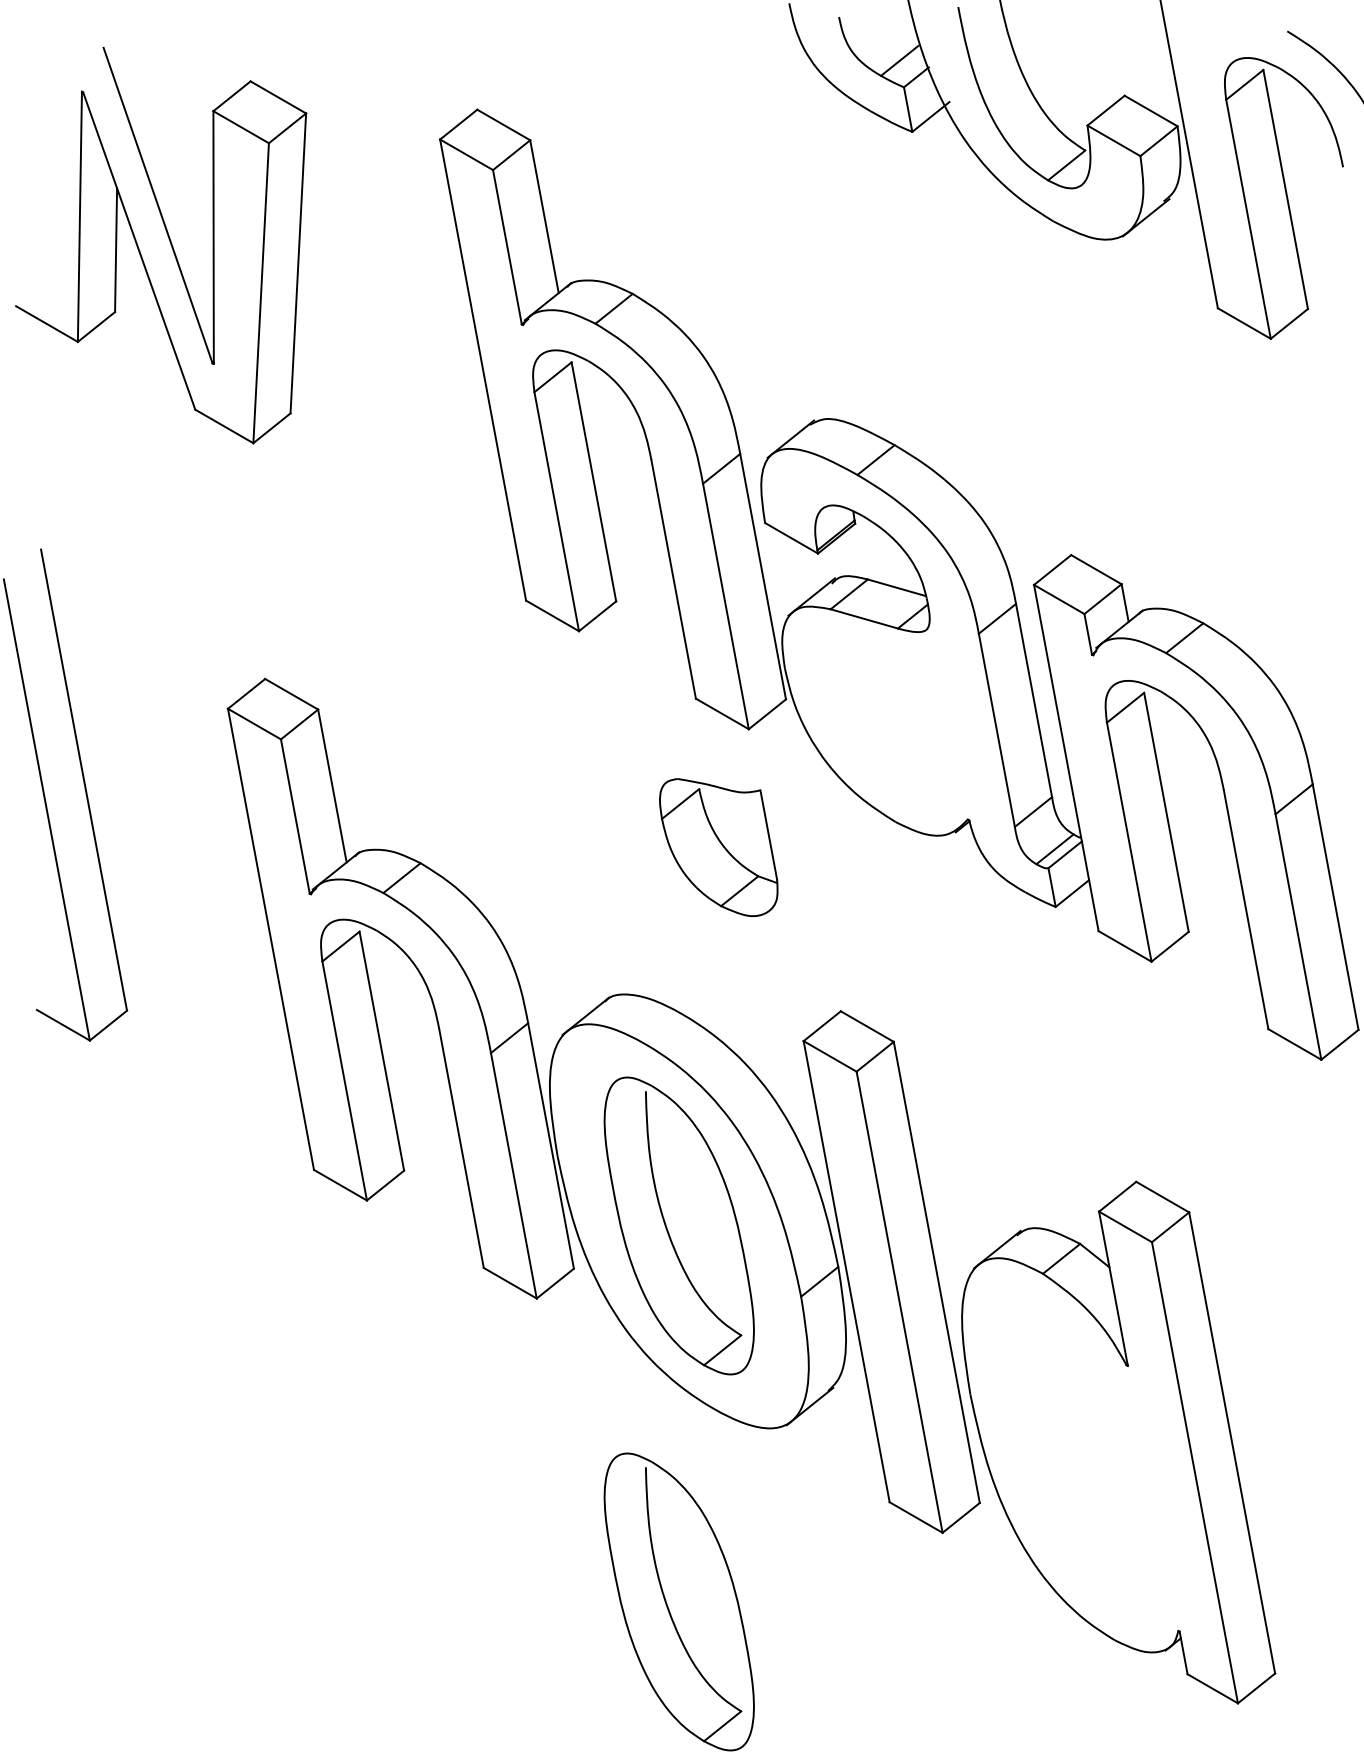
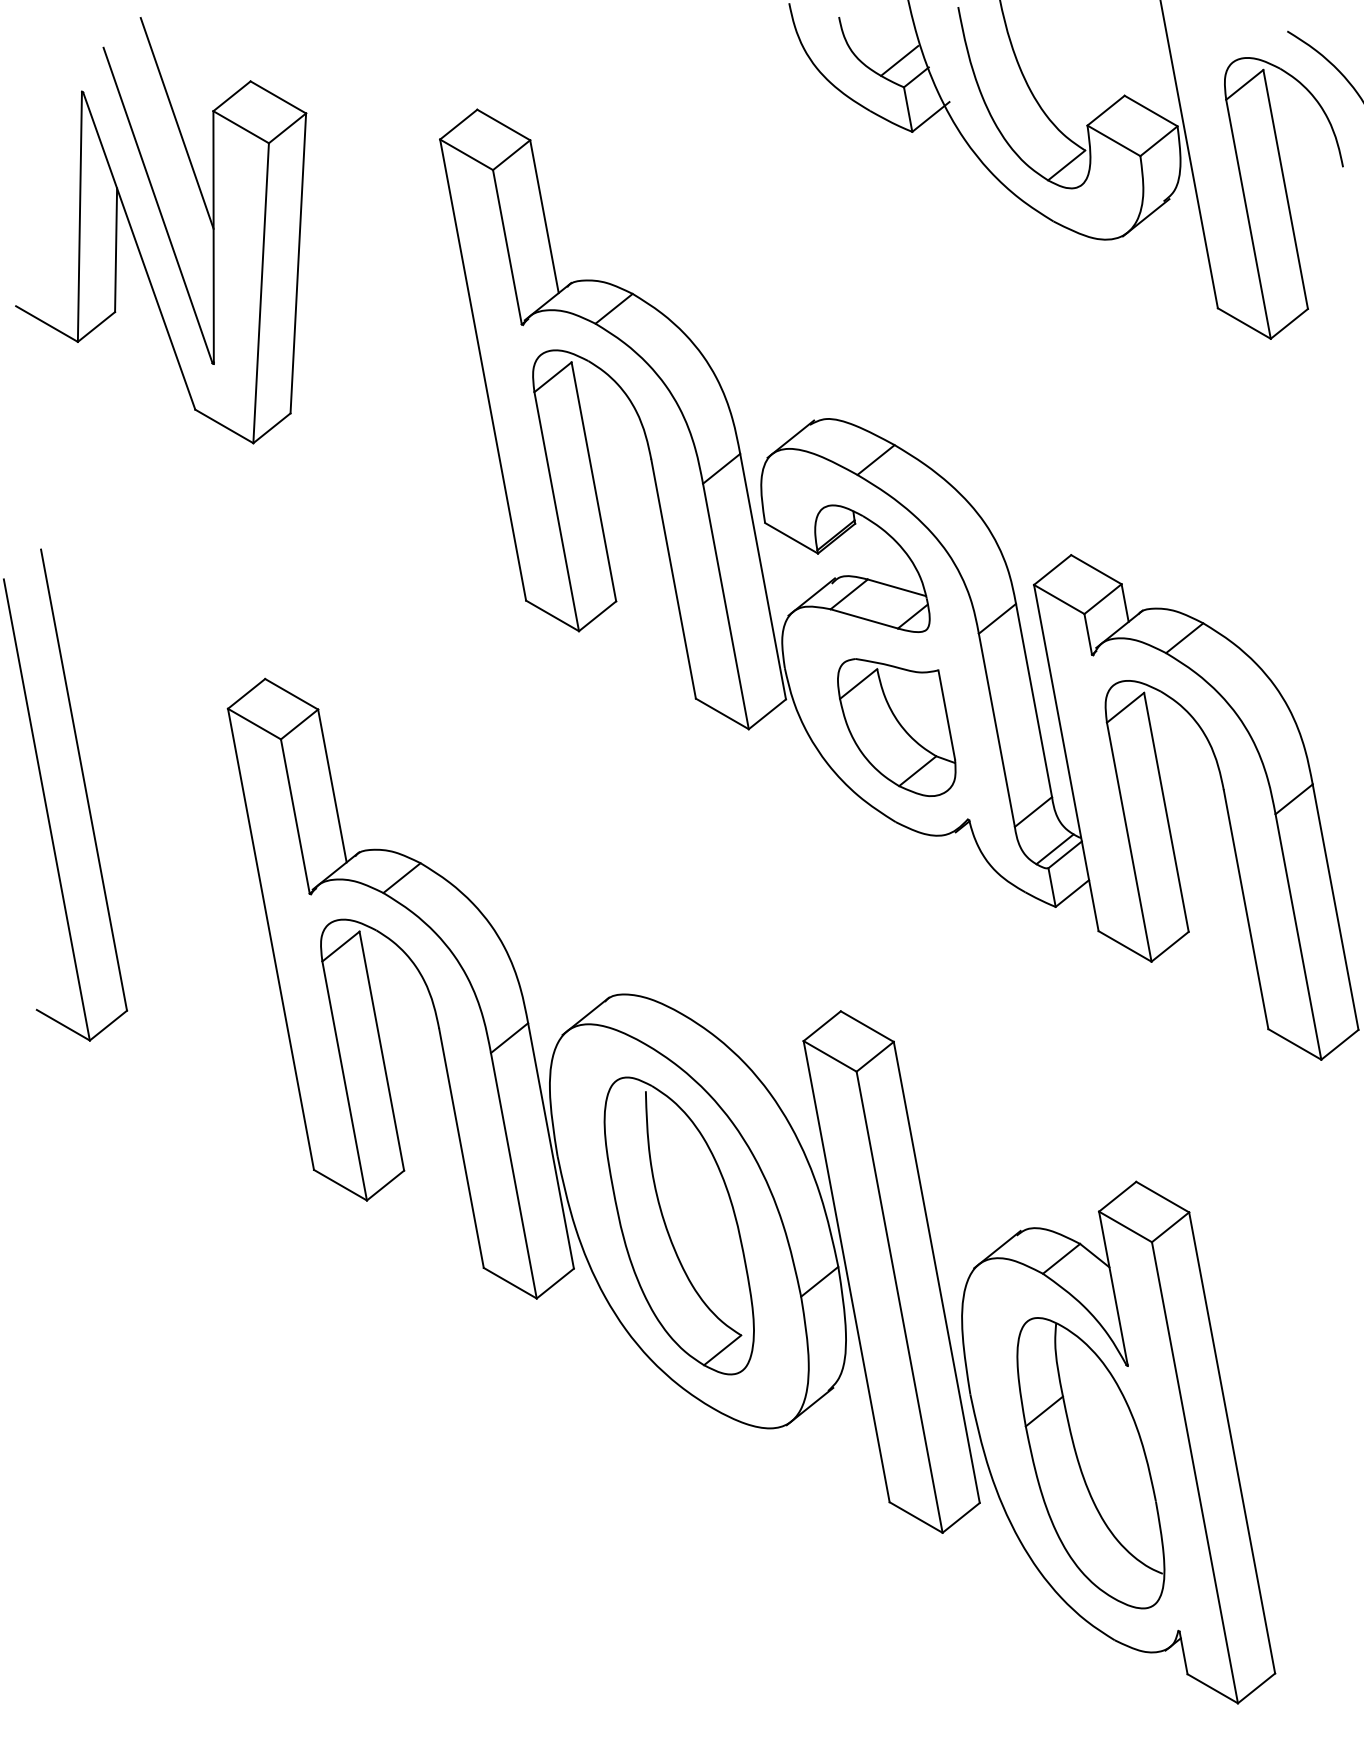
line at (176, 123): none -> present
part at (718, 847) position: (718, 847) -> (896, 727)
part at (1090, 1463): none -> present
part at (678, 1601): present -> none
